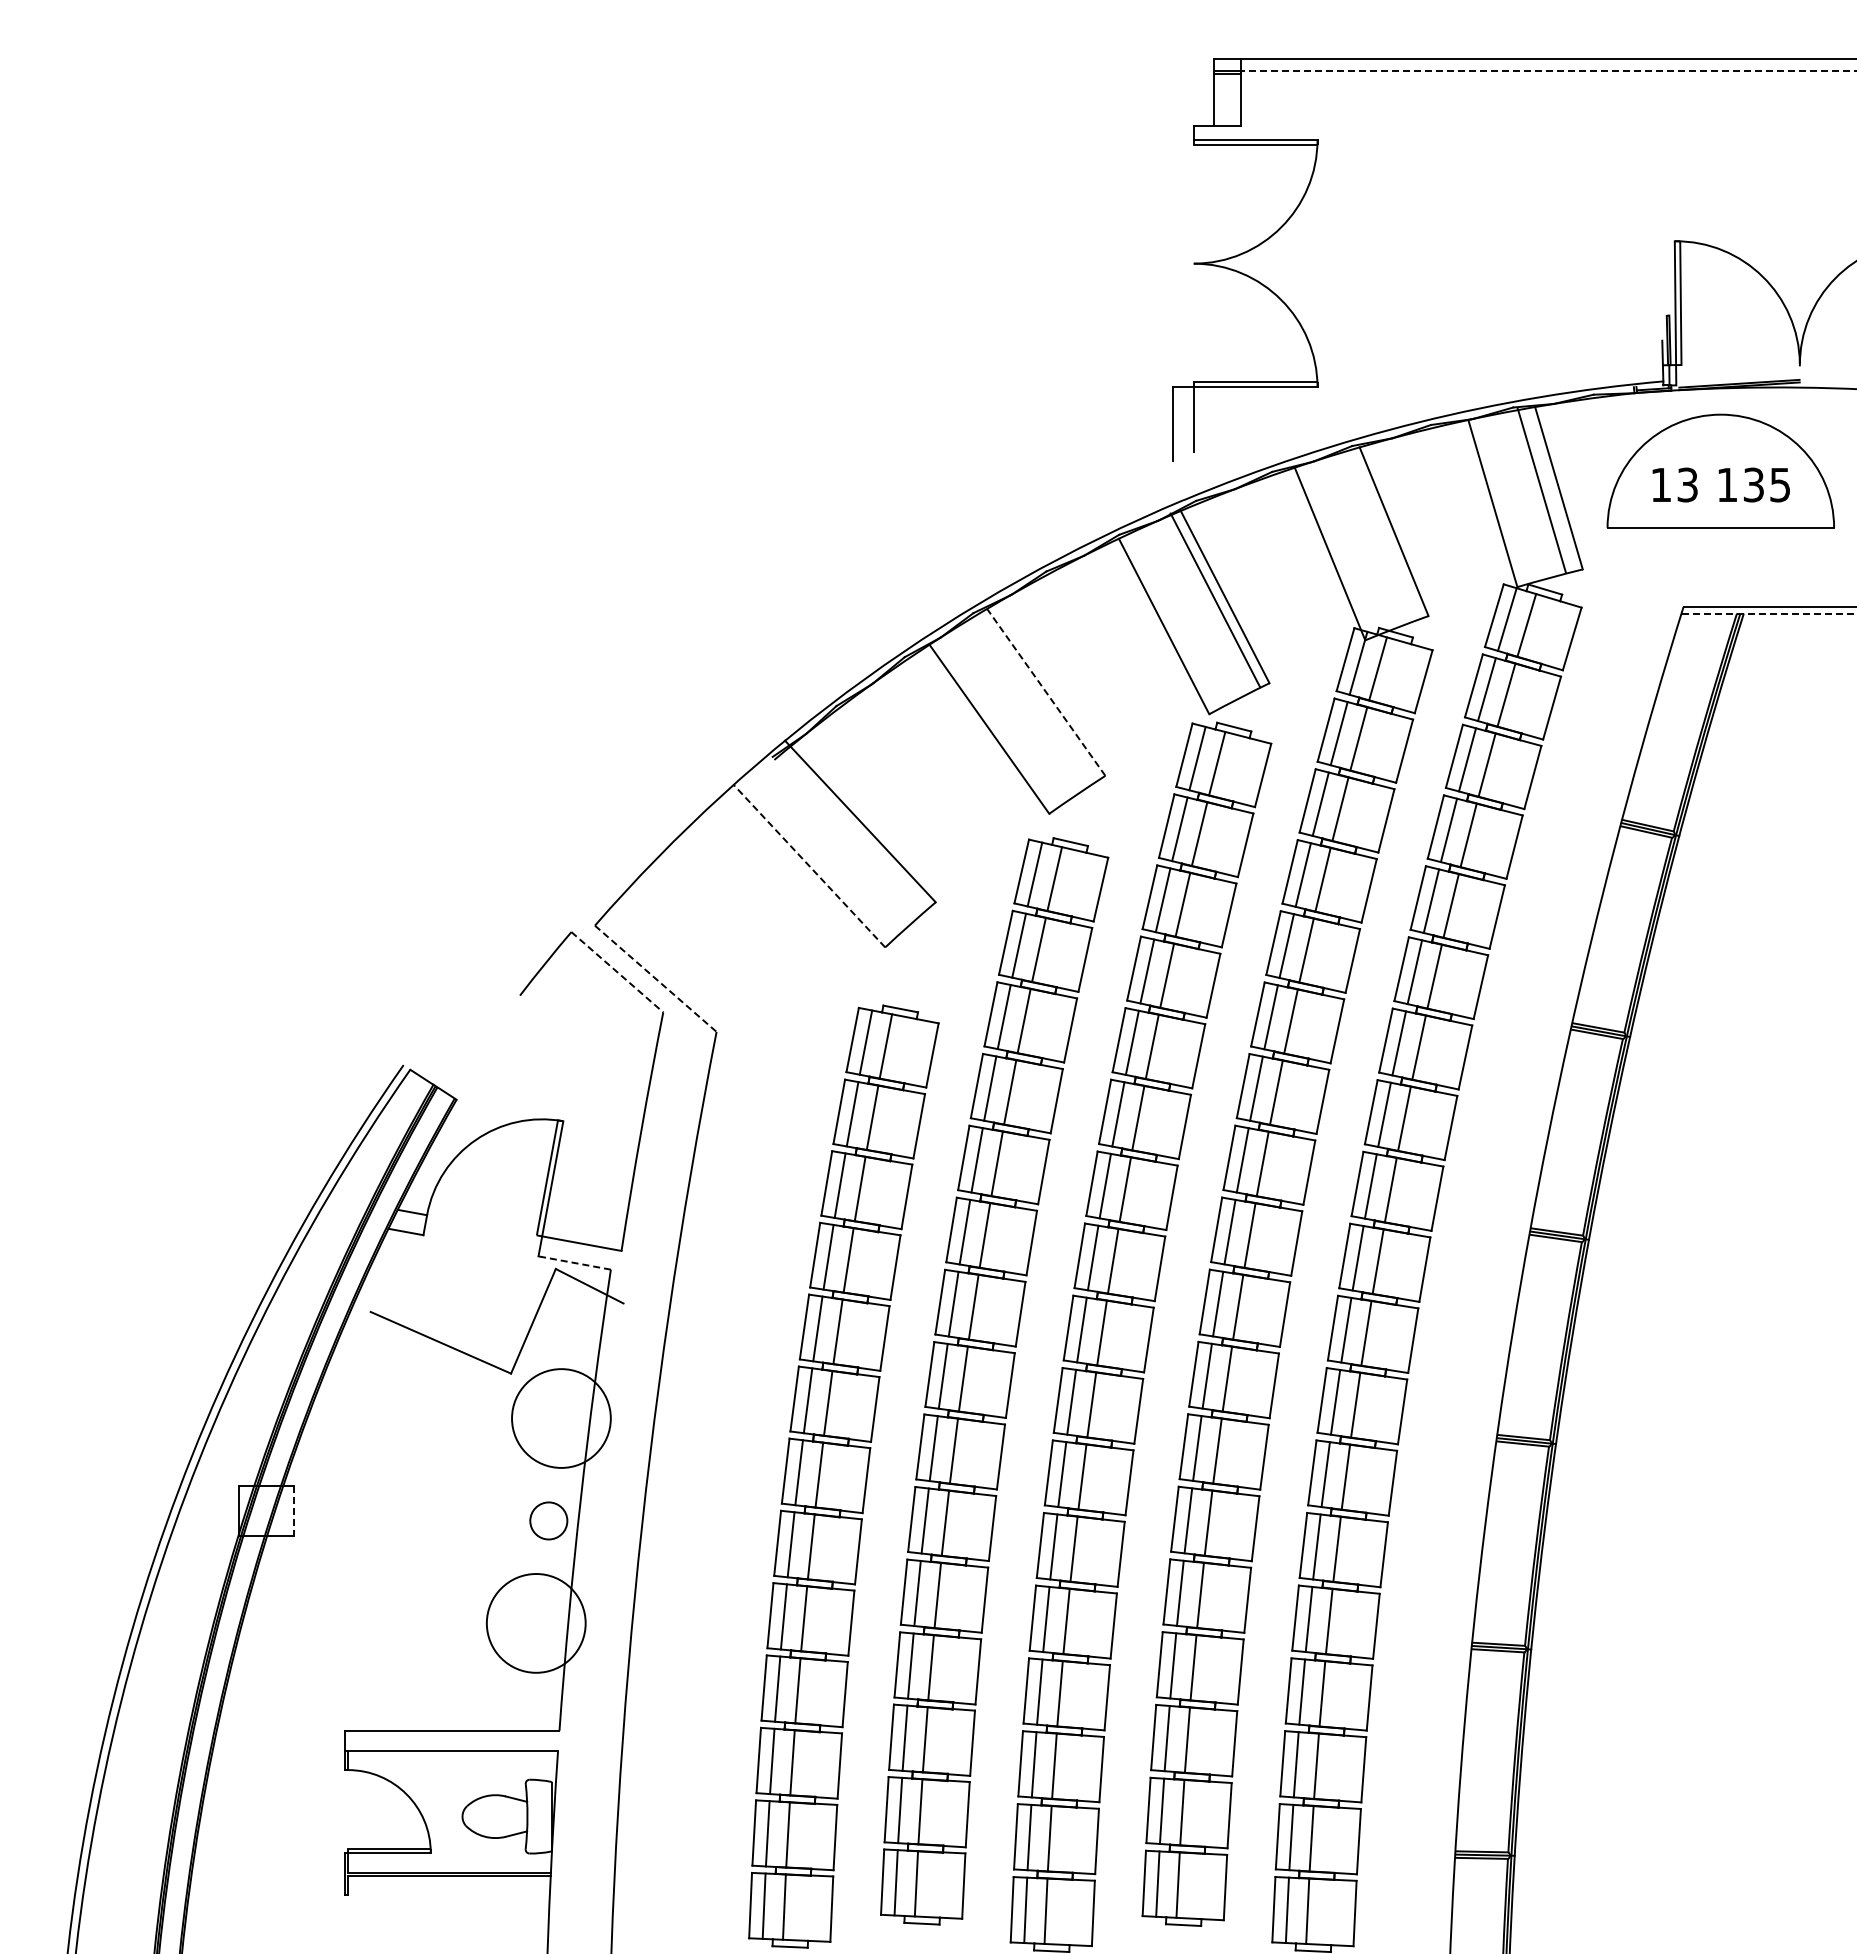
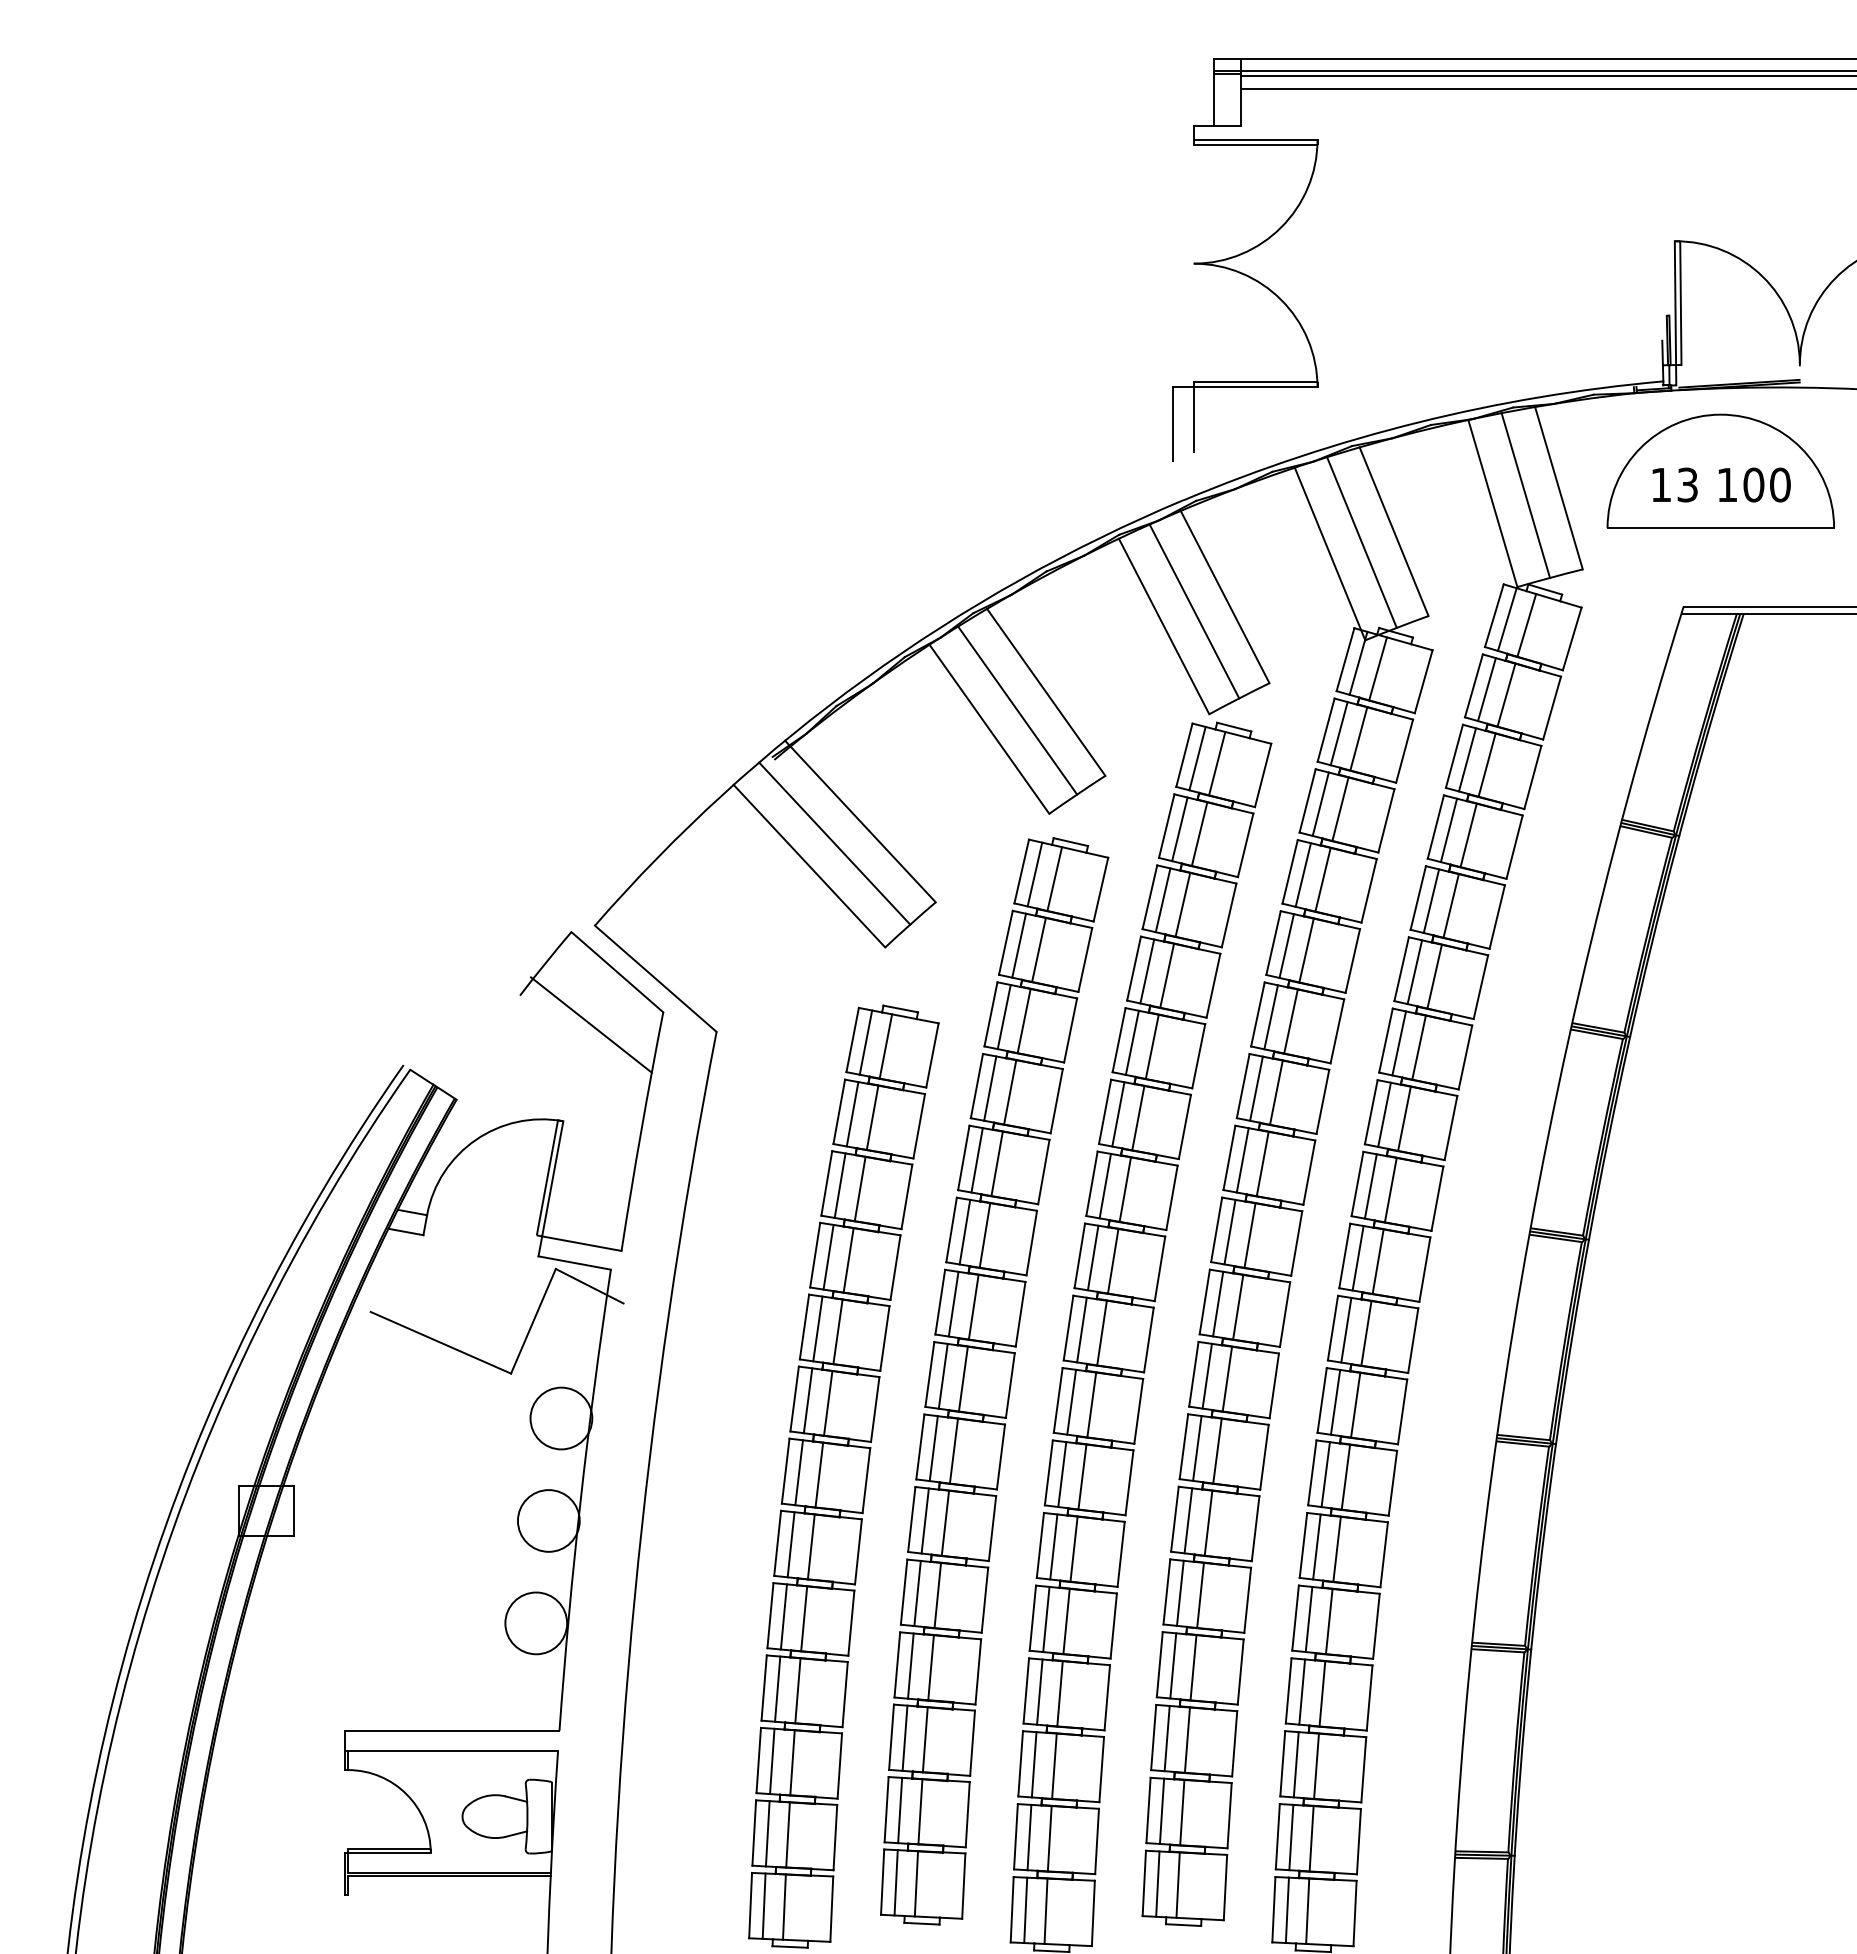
line at (1548, 70): dashed -> solid
line at (1547, 75): none -> present
line at (1547, 89): none -> present
text at (1766, 484): 135 -> 100
line at (1541, 490) position: (1541, 490) -> (1525, 495)
line at (1361, 542): none -> present
line at (1215, 600) position: (1215, 600) -> (1194, 611)
line at (1769, 613): dashed -> solid
line at (1045, 691): dashed -> solid
line at (1017, 710): none -> present
line at (834, 843): none -> present
line at (809, 865): dashed -> solid
line at (617, 972): dashed -> solid
line at (655, 978): dashed -> solid
line at (590, 1024): none -> present
line at (574, 1263): dashed -> solid
circle at (561, 1418) diameter: 99 px -> 62 px
line at (293, 1511): dashed -> solid
circle at (548, 1520) diameter: 37 px -> 62 px
circle at (535, 1623) diameter: 99 px -> 62 px
